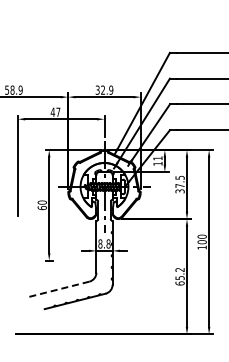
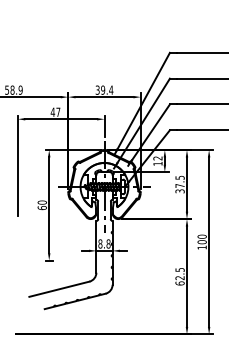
text at (107, 89): 32.9 -> 39.4
text at (157, 158): 11 -> 12
text at (179, 274): 65.2 -> 62.5
line at (59, 289): dashed -> solid
